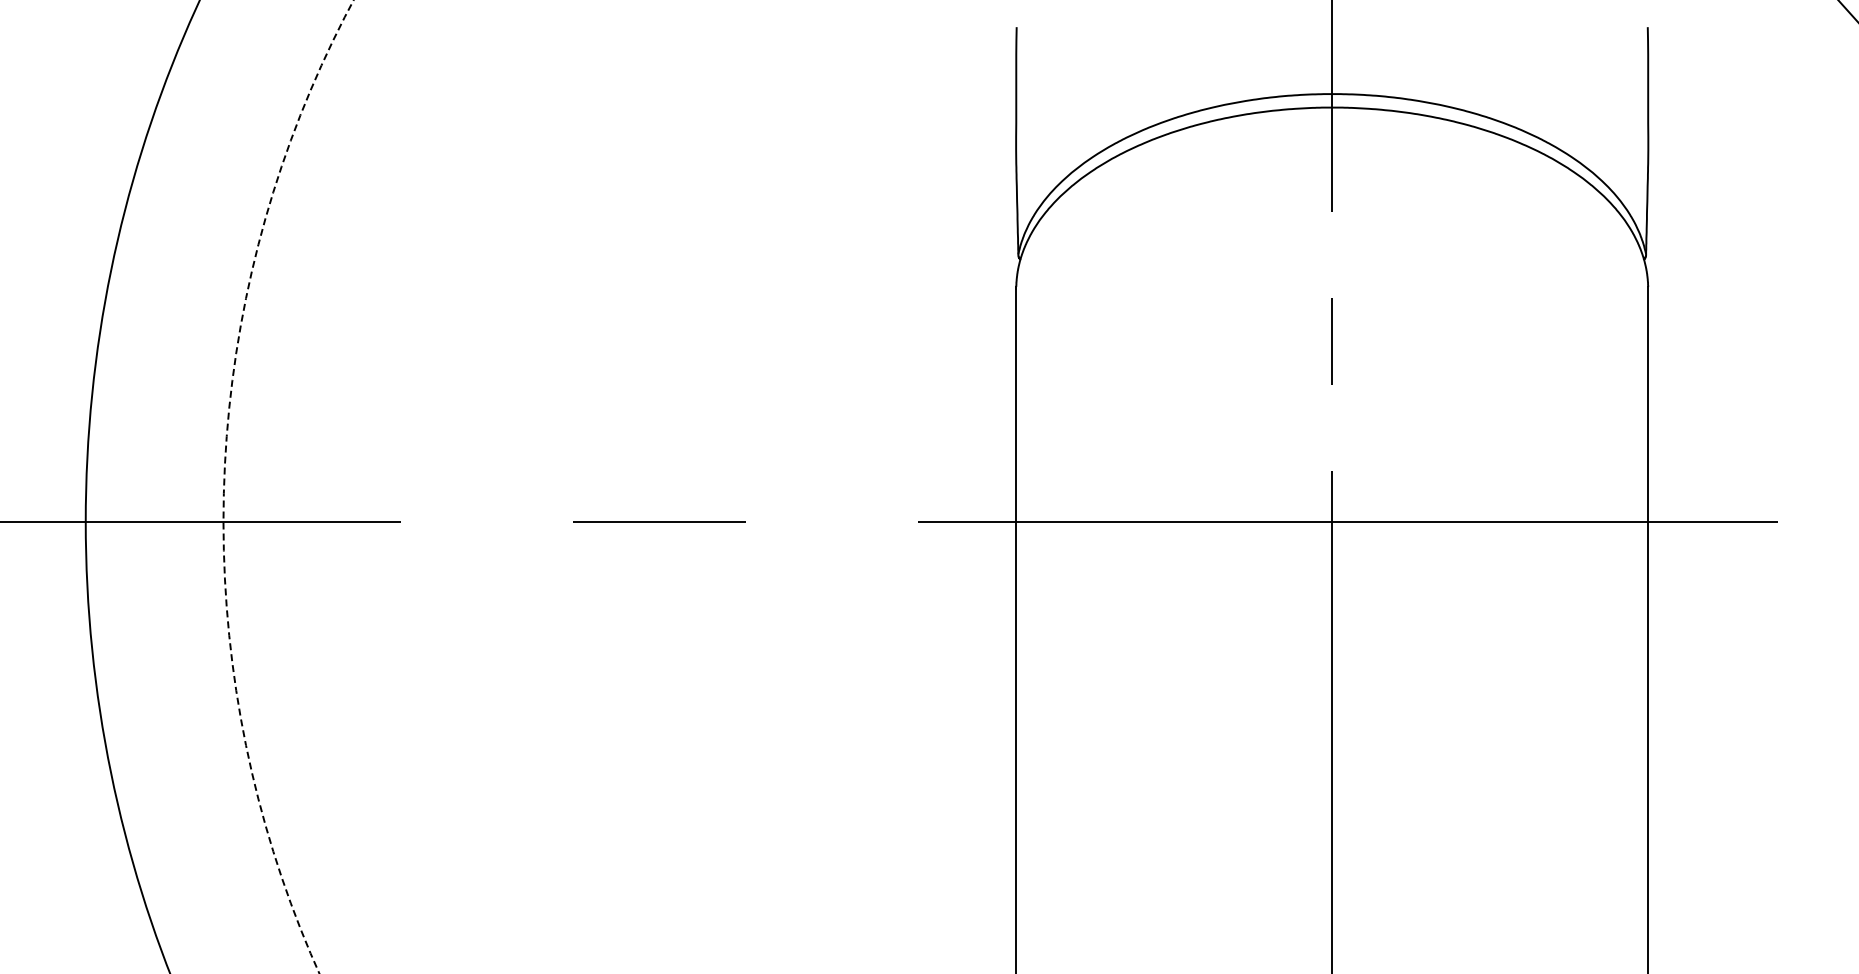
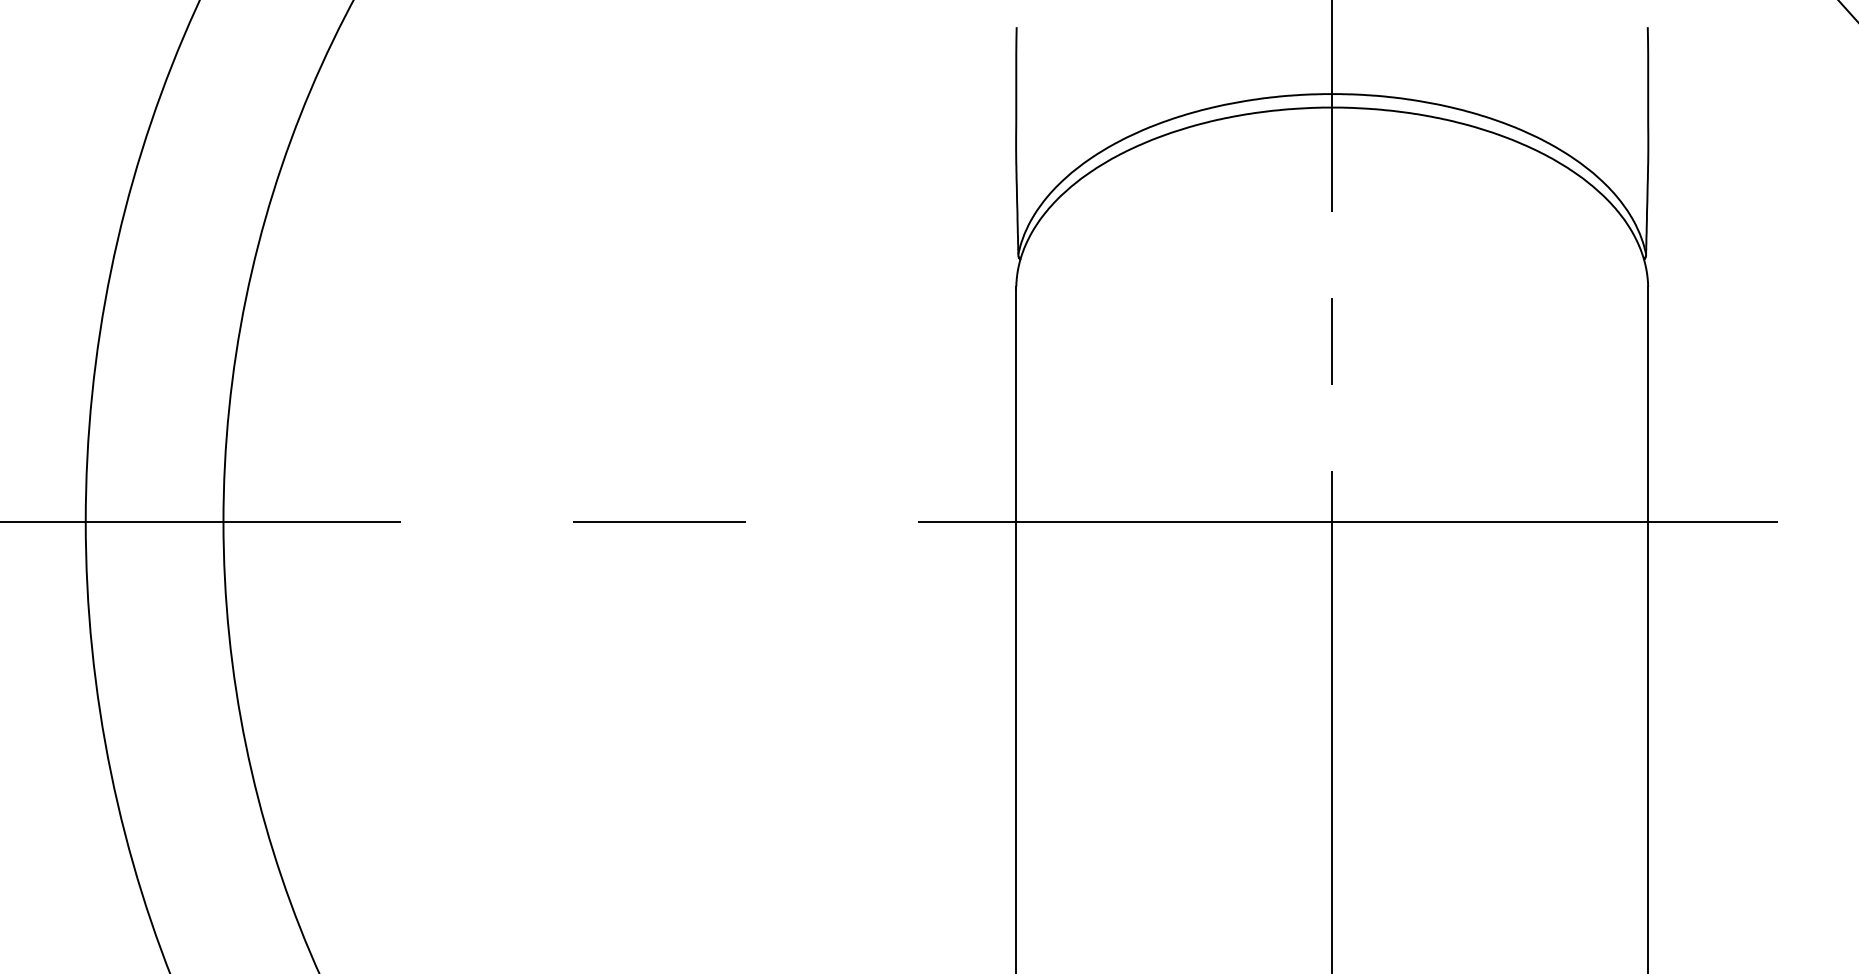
circle at (288, 486): dashed -> solid
